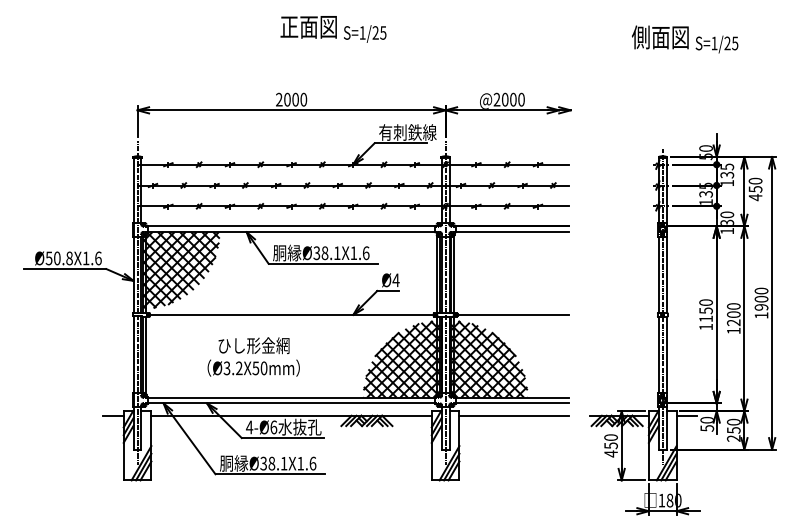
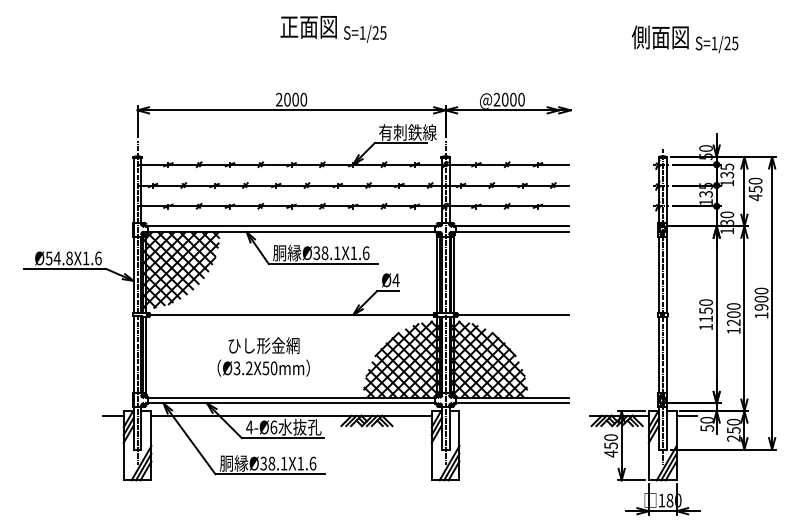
text at (56, 258): Ø50.8X1.6 -> Ø54.8X1.6
text at (253, 356) position: (253, 356) -> (263, 356)
line at (513, 415): present -> none
